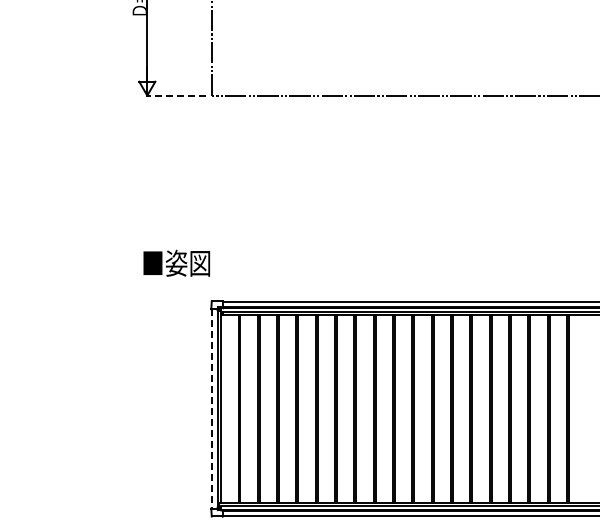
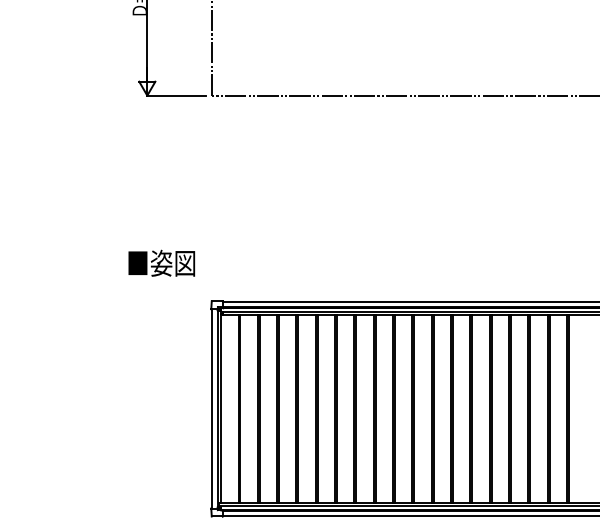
line at (176, 95): dashed -> solid
text at (176, 262) position: (176, 262) -> (161, 262)
line at (211, 408): dashed -> solid
